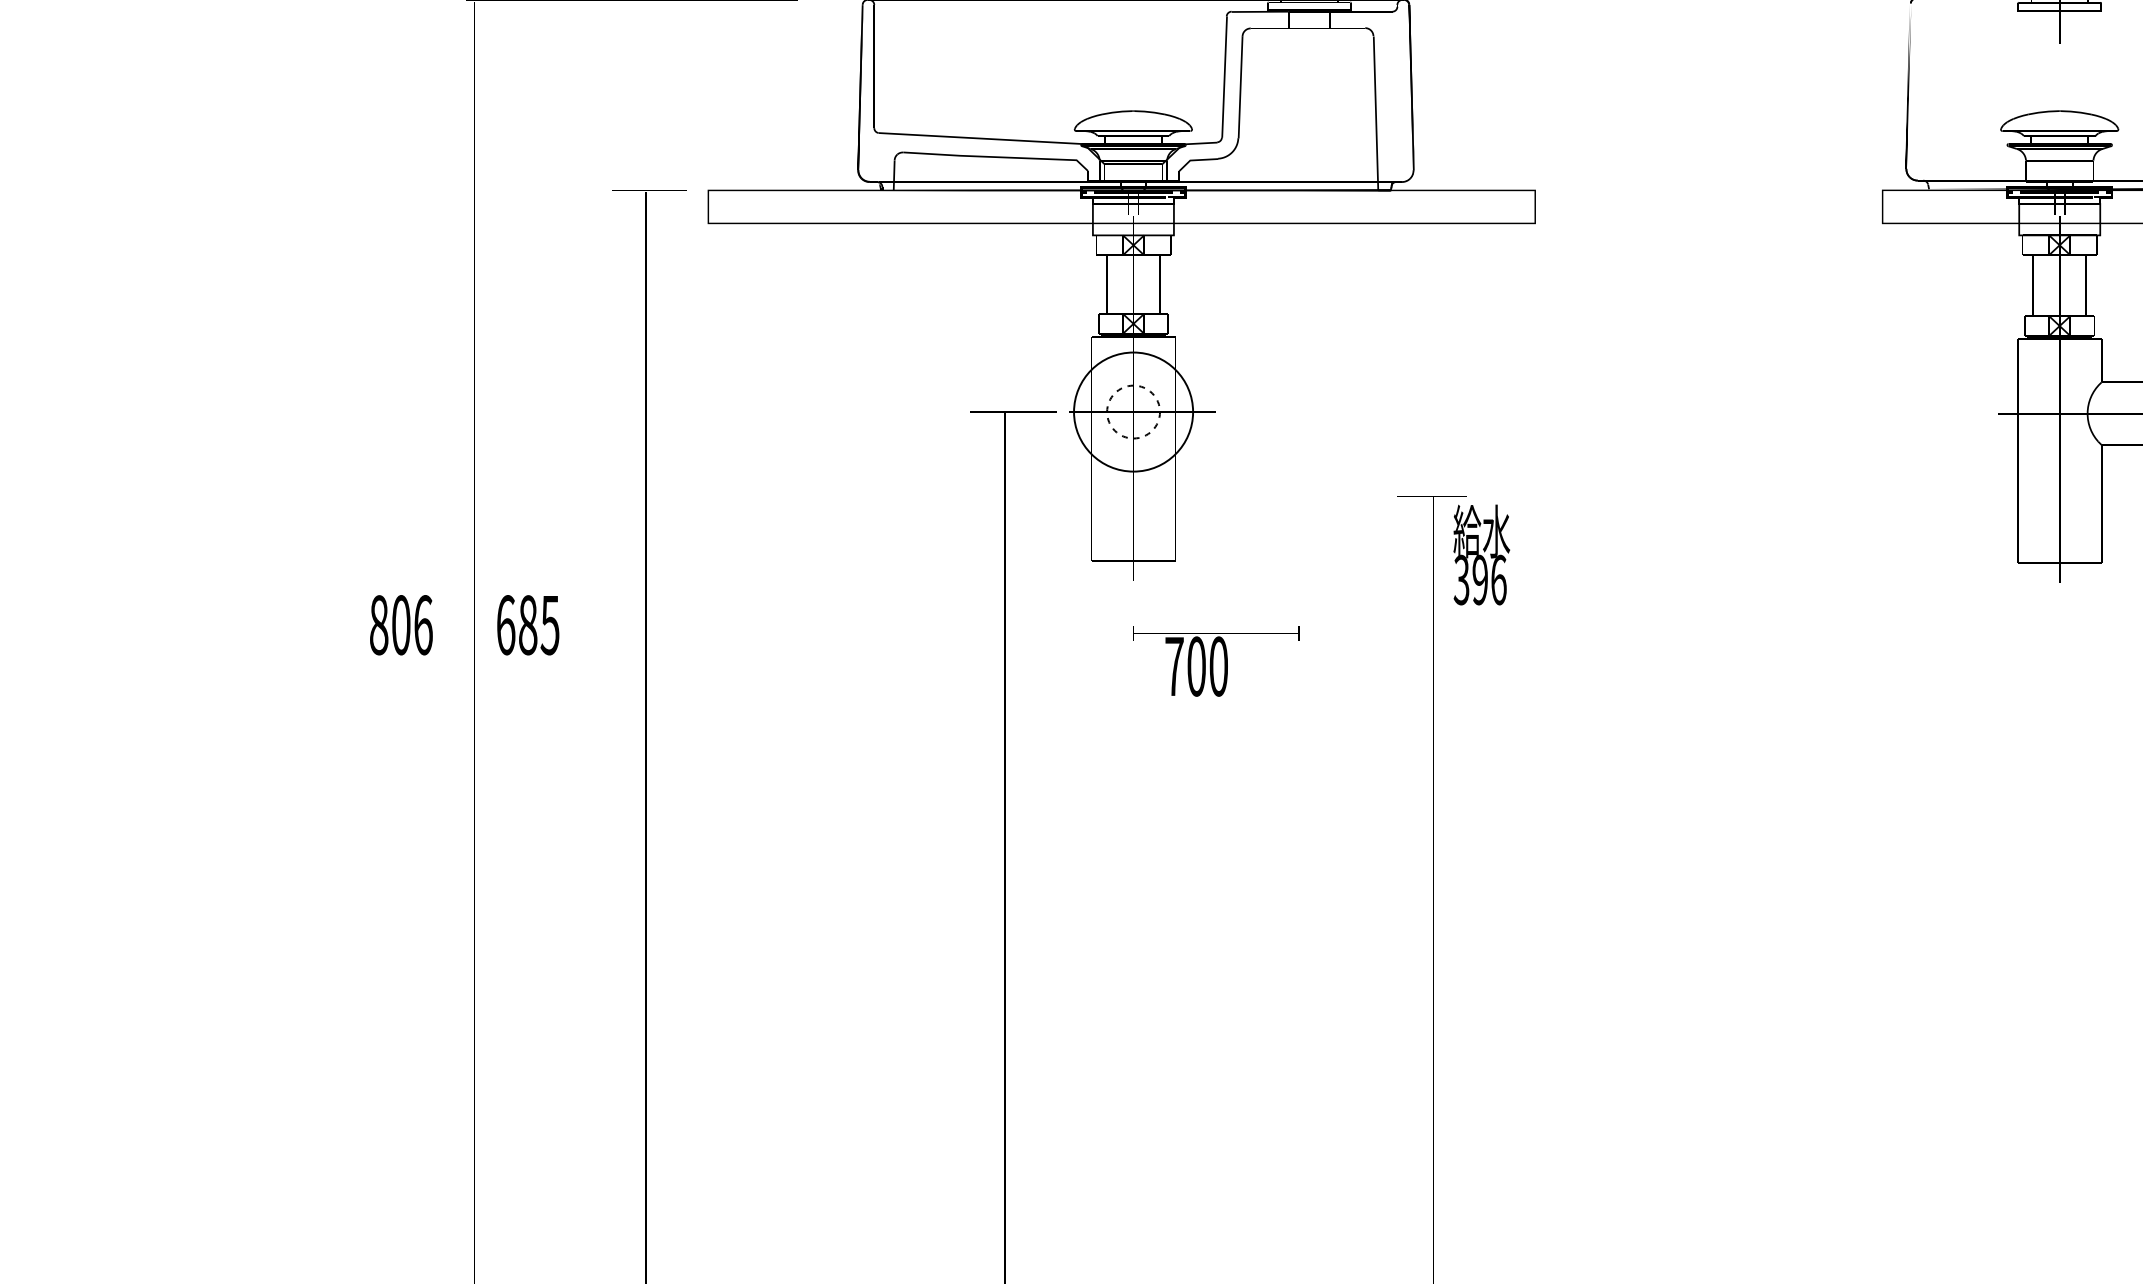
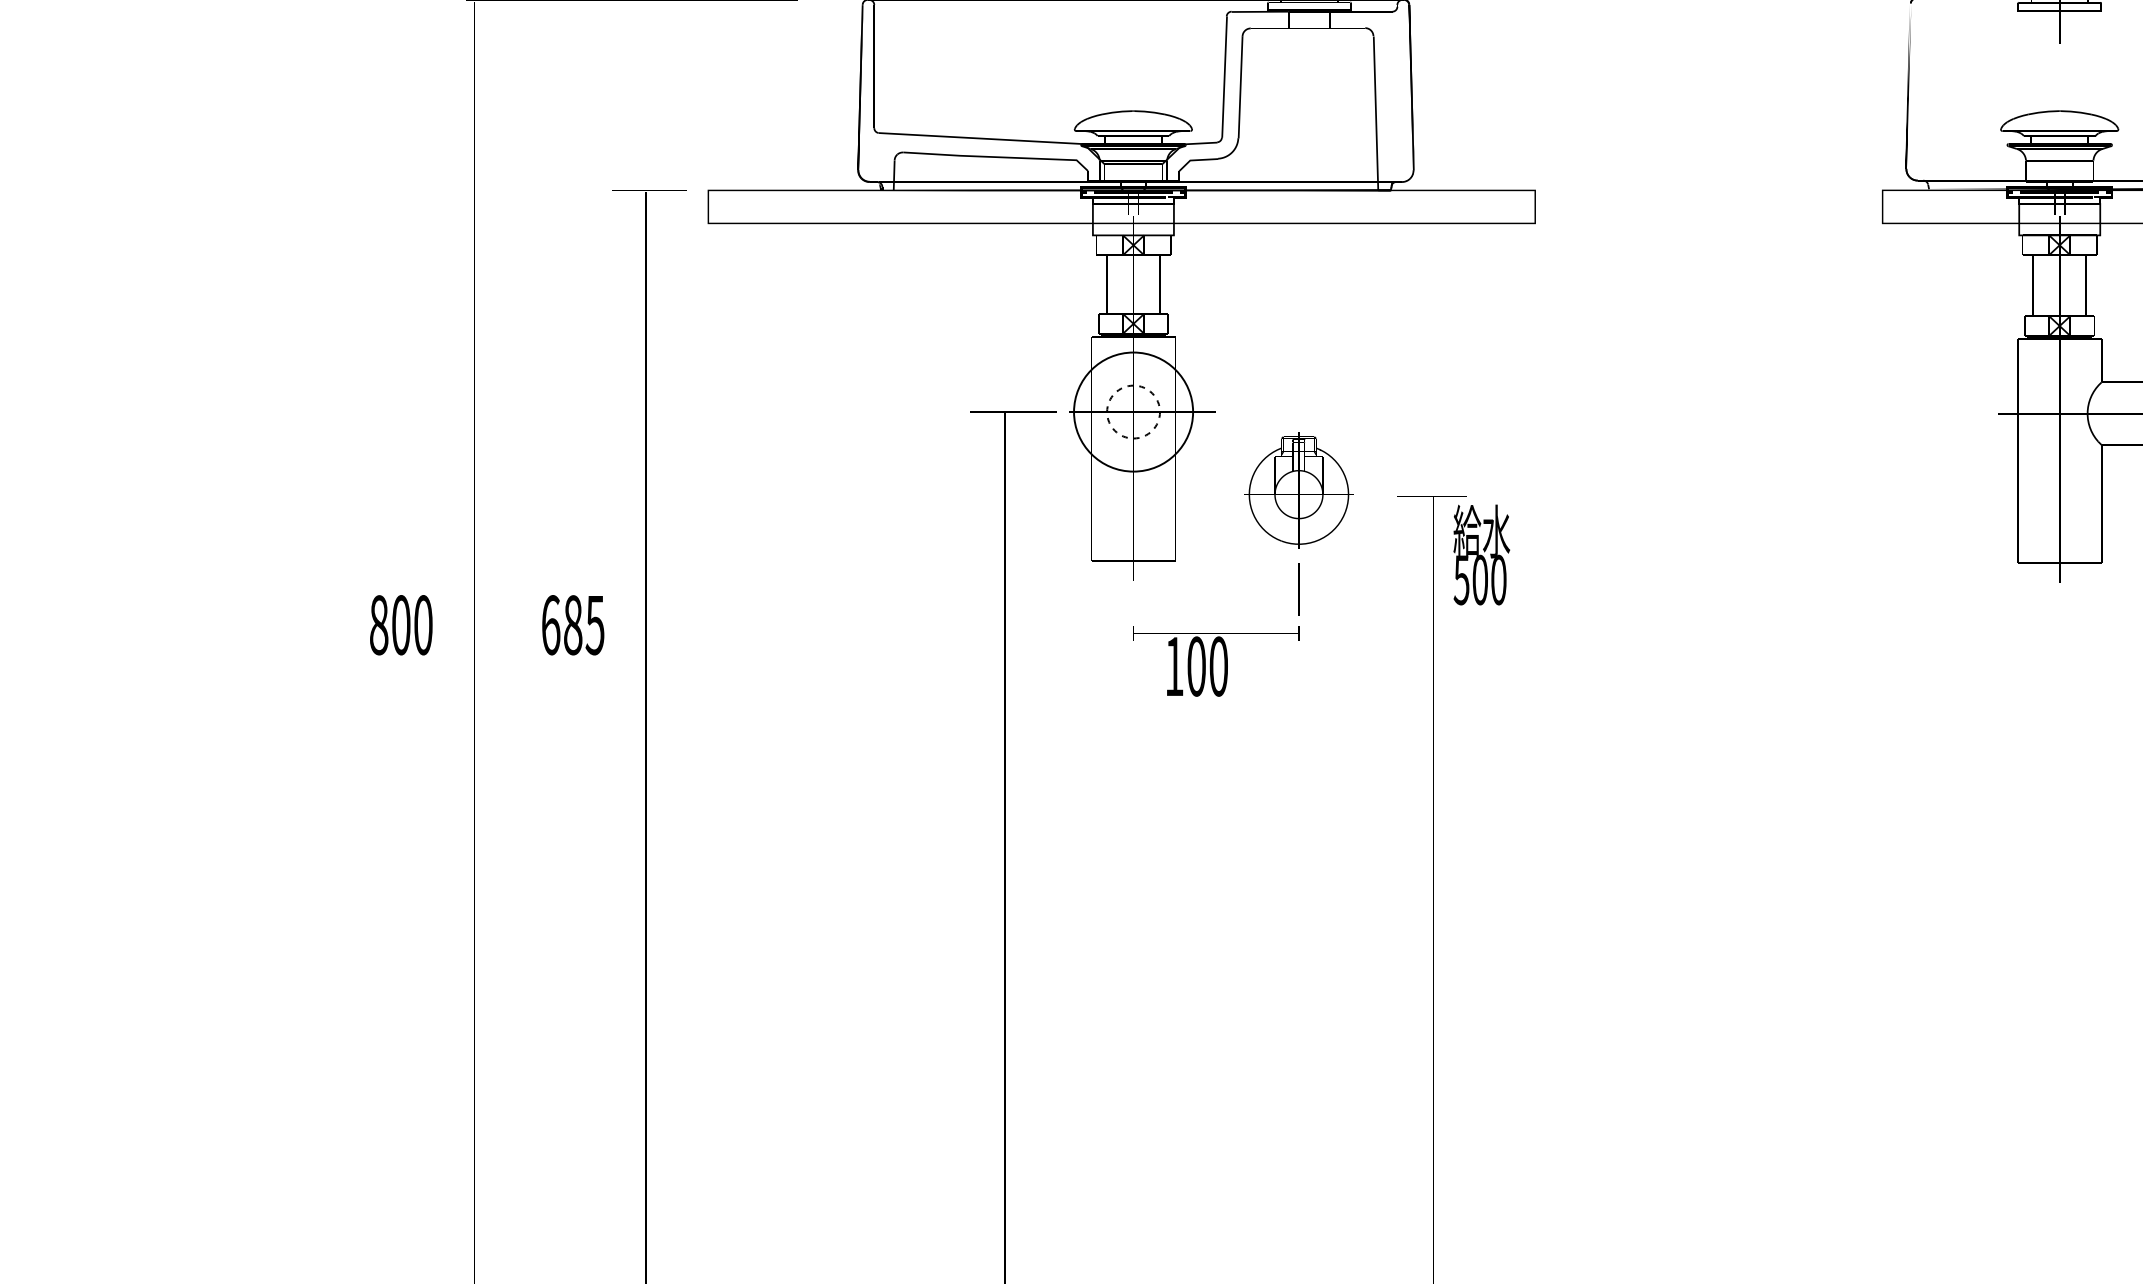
part at (1298, 523): none -> present
text at (1479, 579): 396 -> 500
text at (423, 625): 806 -> 800
text at (528, 625) position: (528, 625) -> (573, 625)
text at (1174, 666): 700 -> 100
